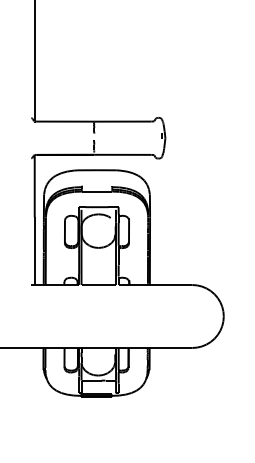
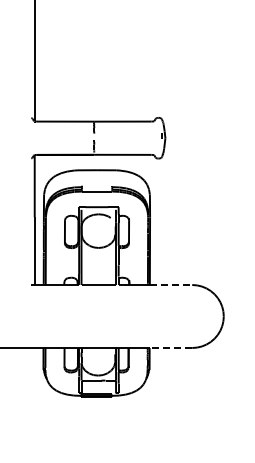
line at (171, 285): solid -> dashed
line at (170, 348): solid -> dashed
